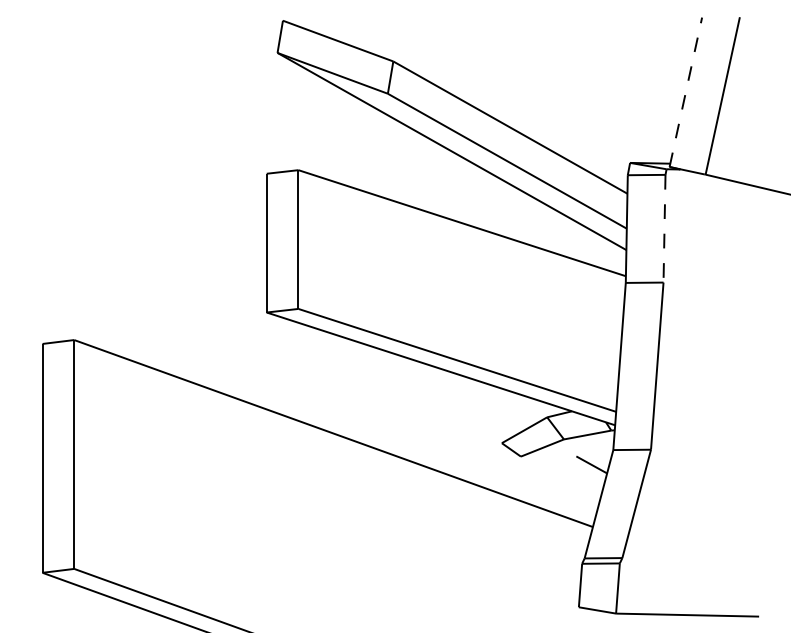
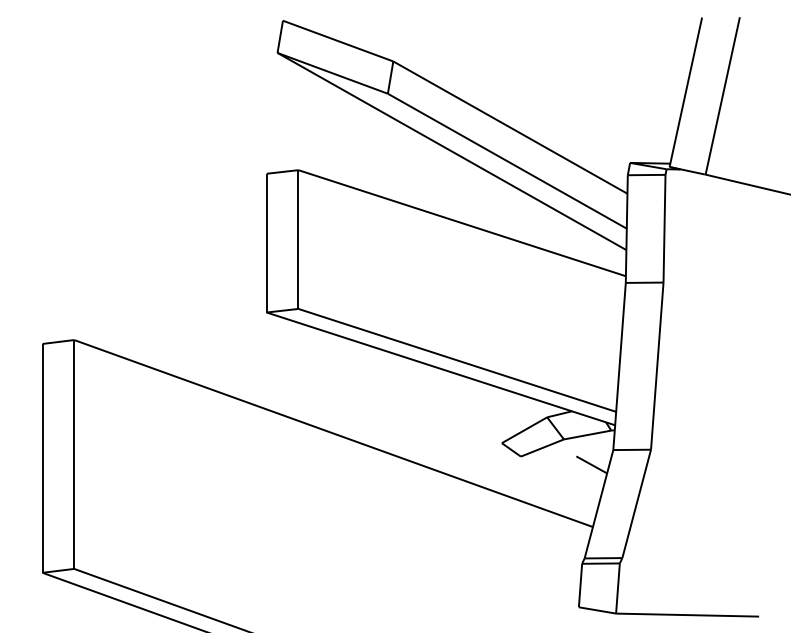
line at (685, 91): dashed -> solid
line at (664, 228): dashed -> solid
